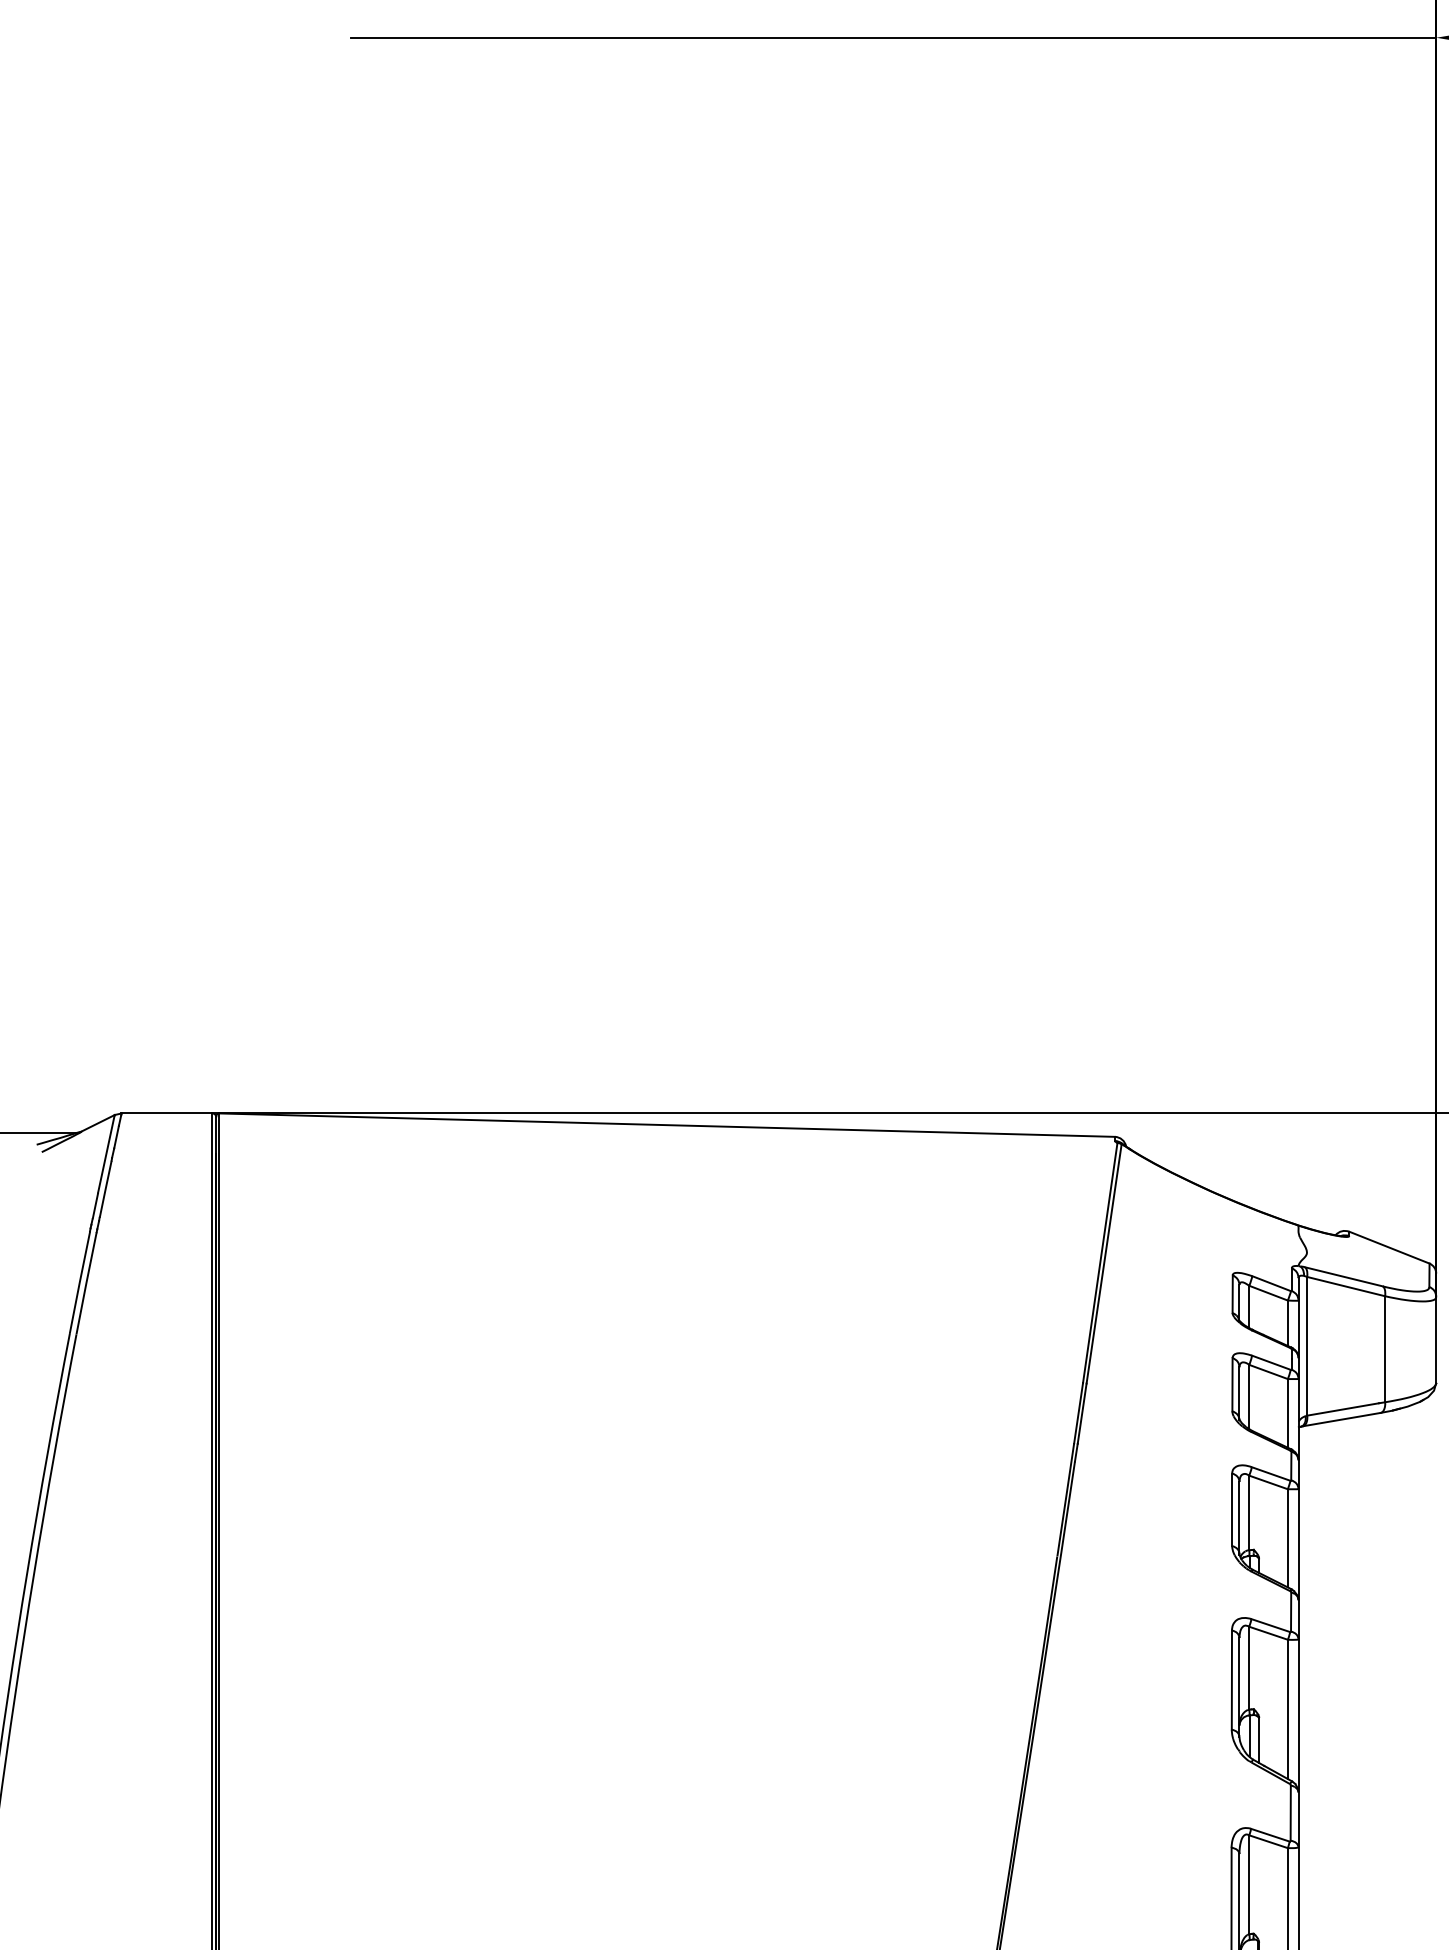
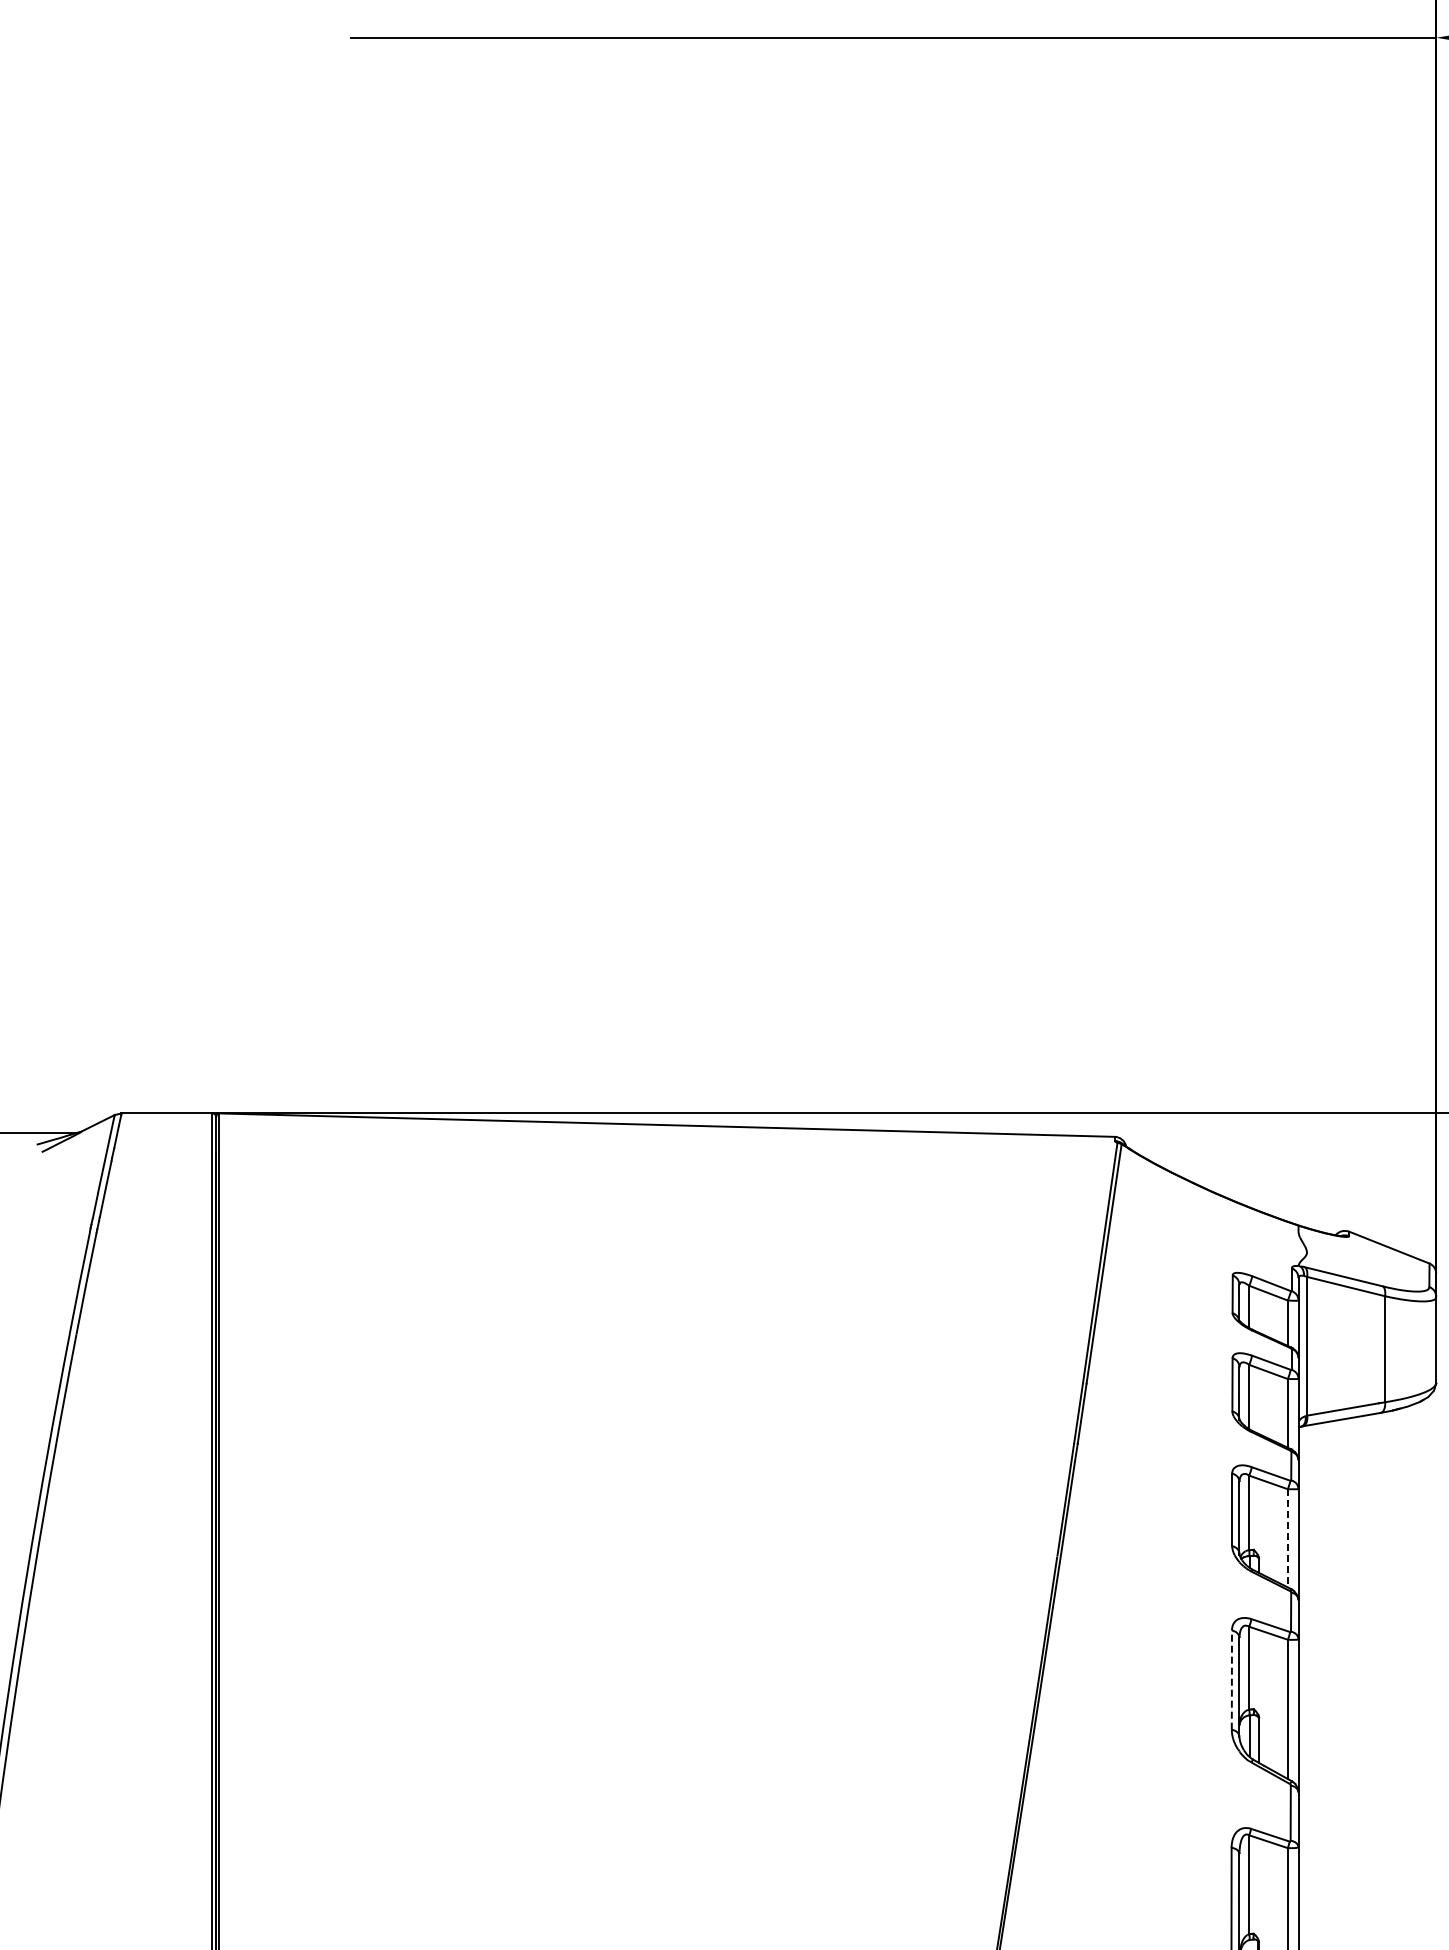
line at (1287, 1538): solid -> dashed
line at (1231, 1680): solid -> dashed
